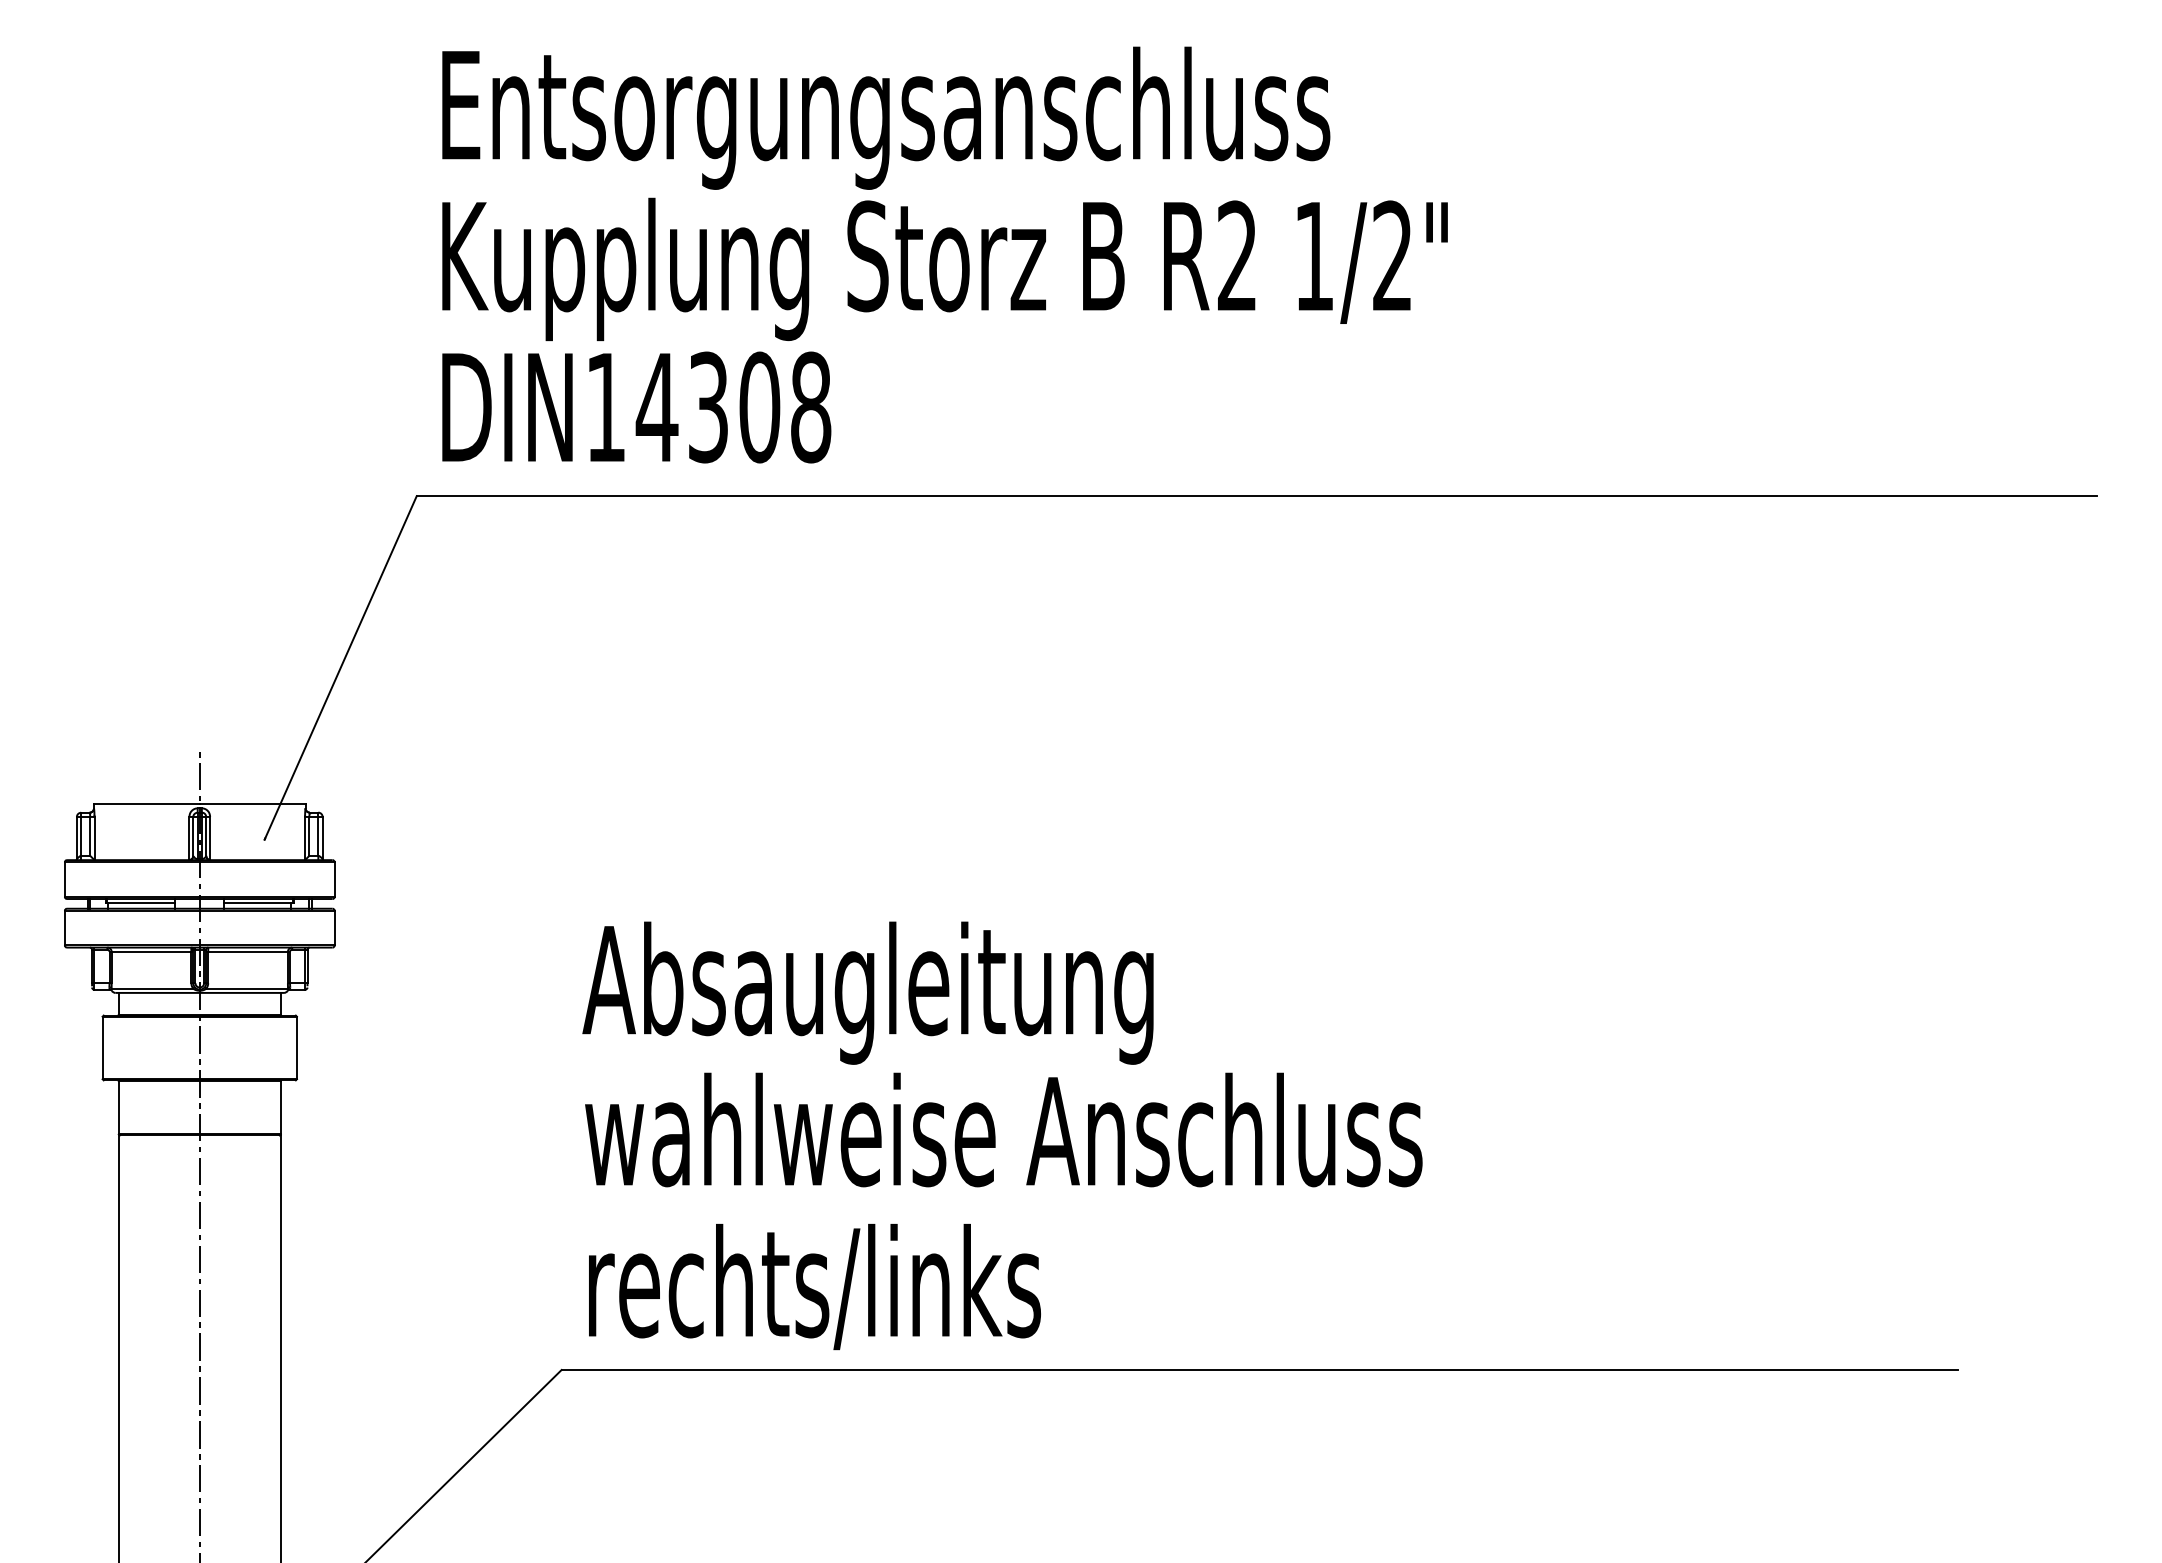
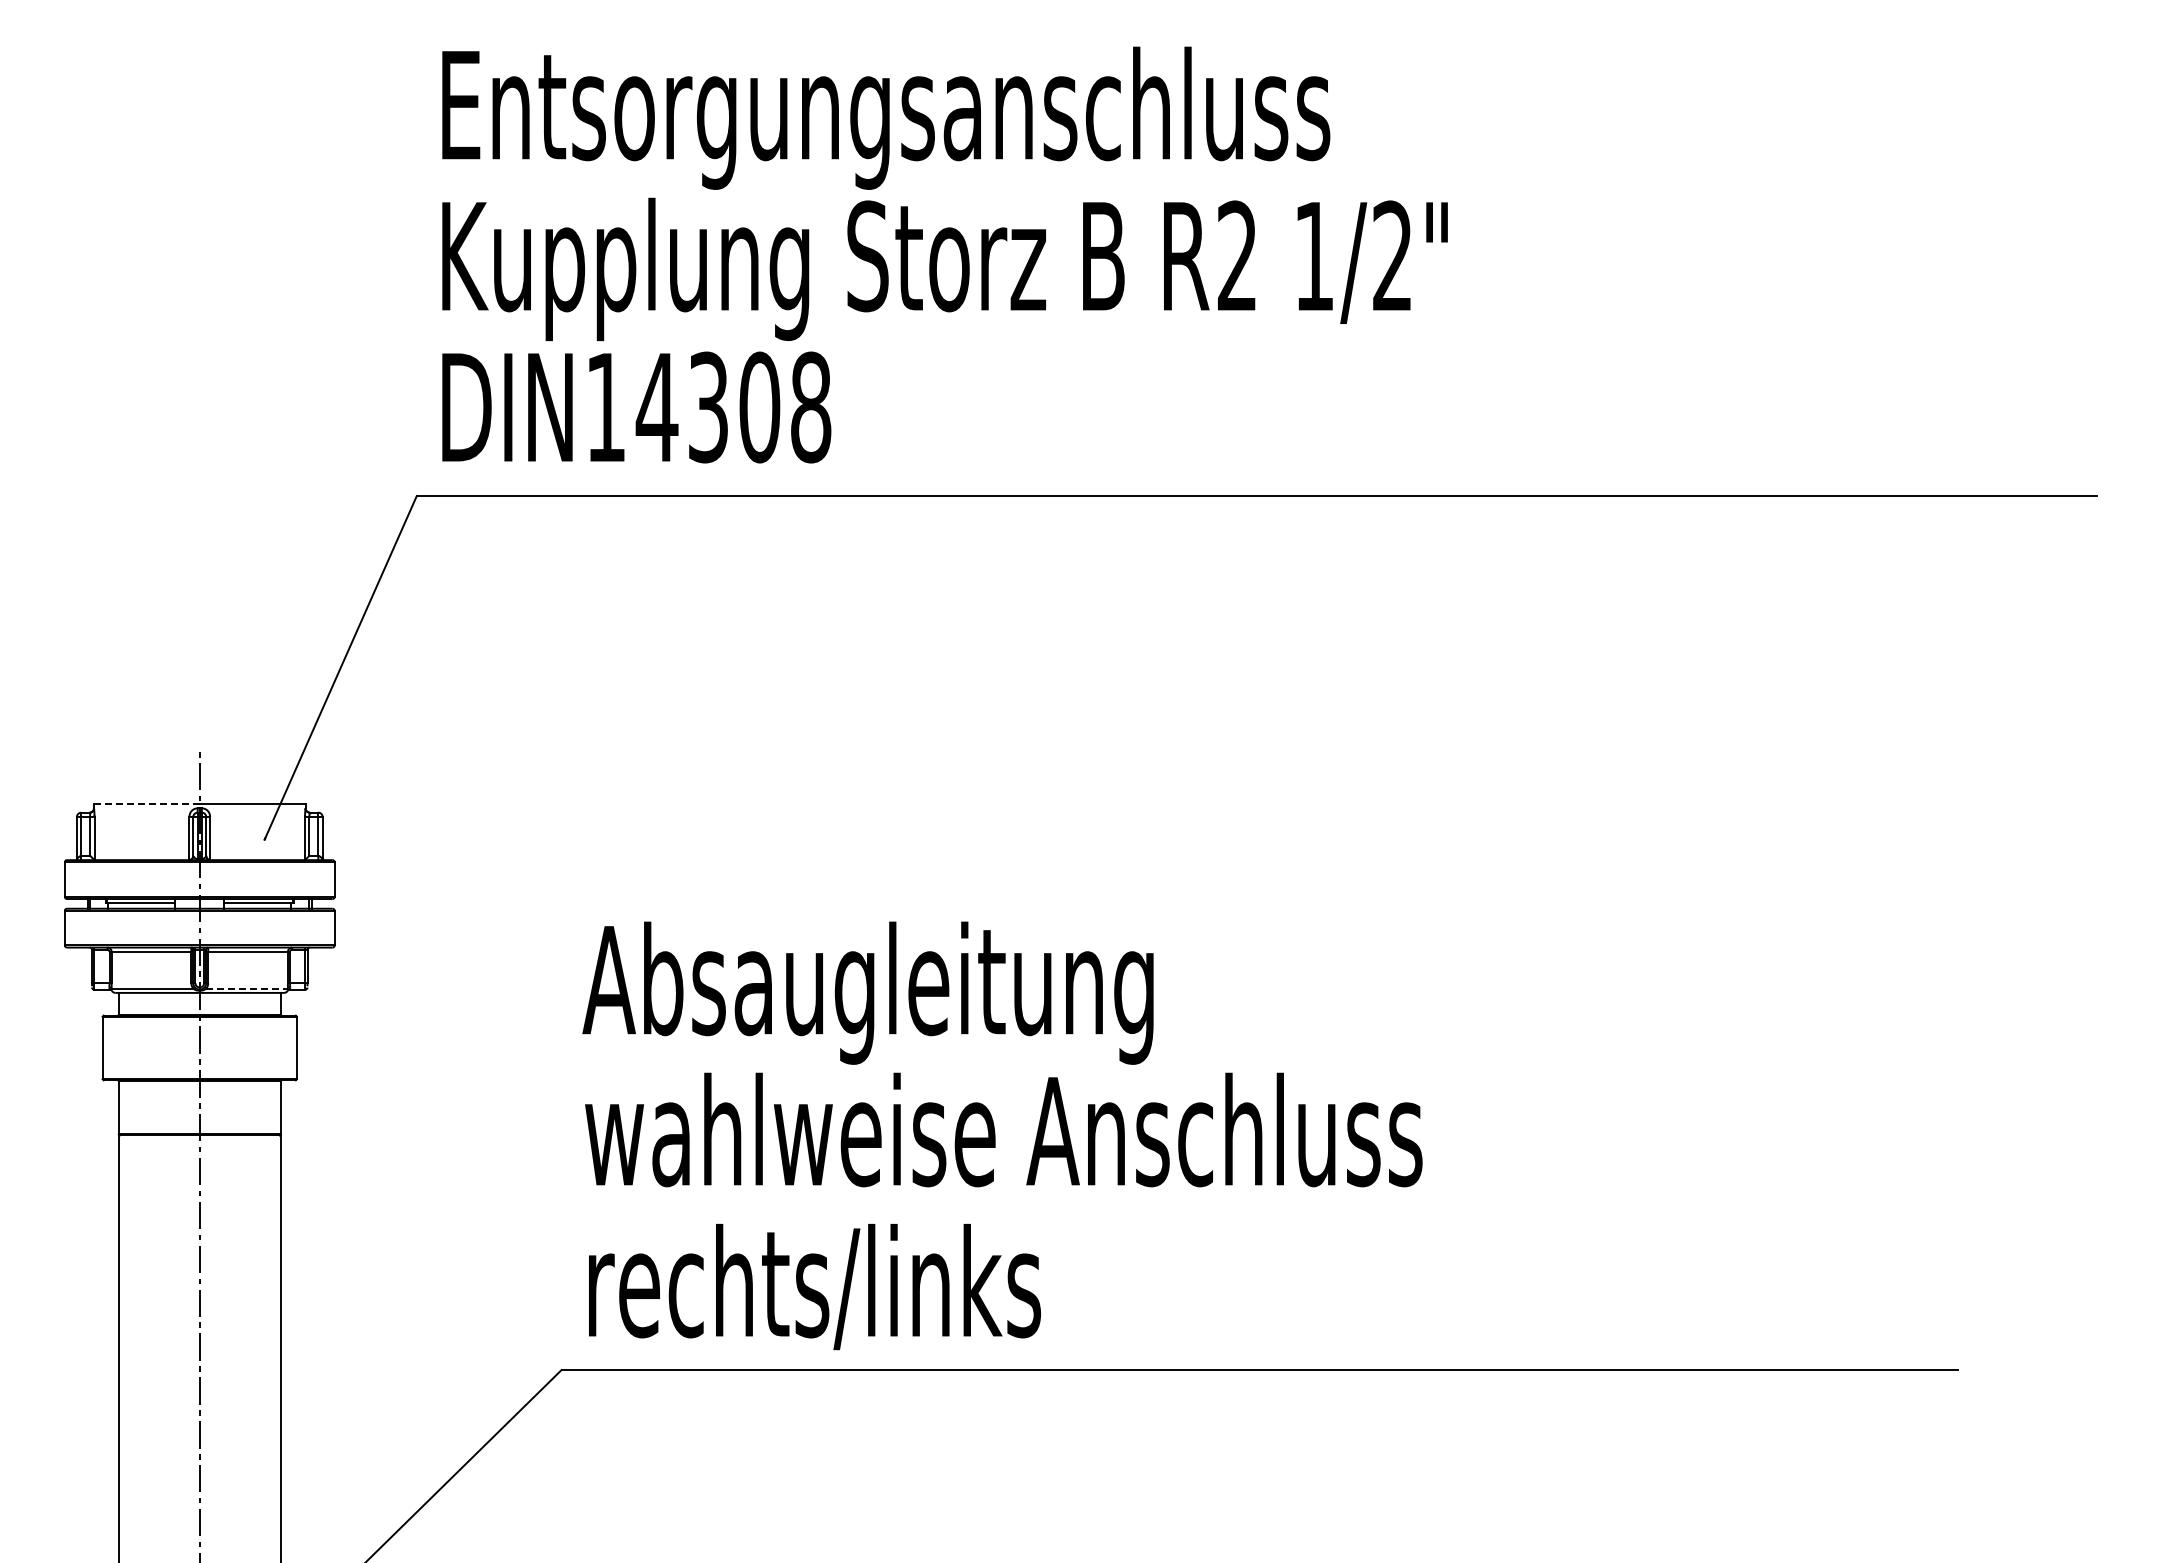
line at (146, 804): solid -> dashed
line at (247, 988): solid -> dashed
